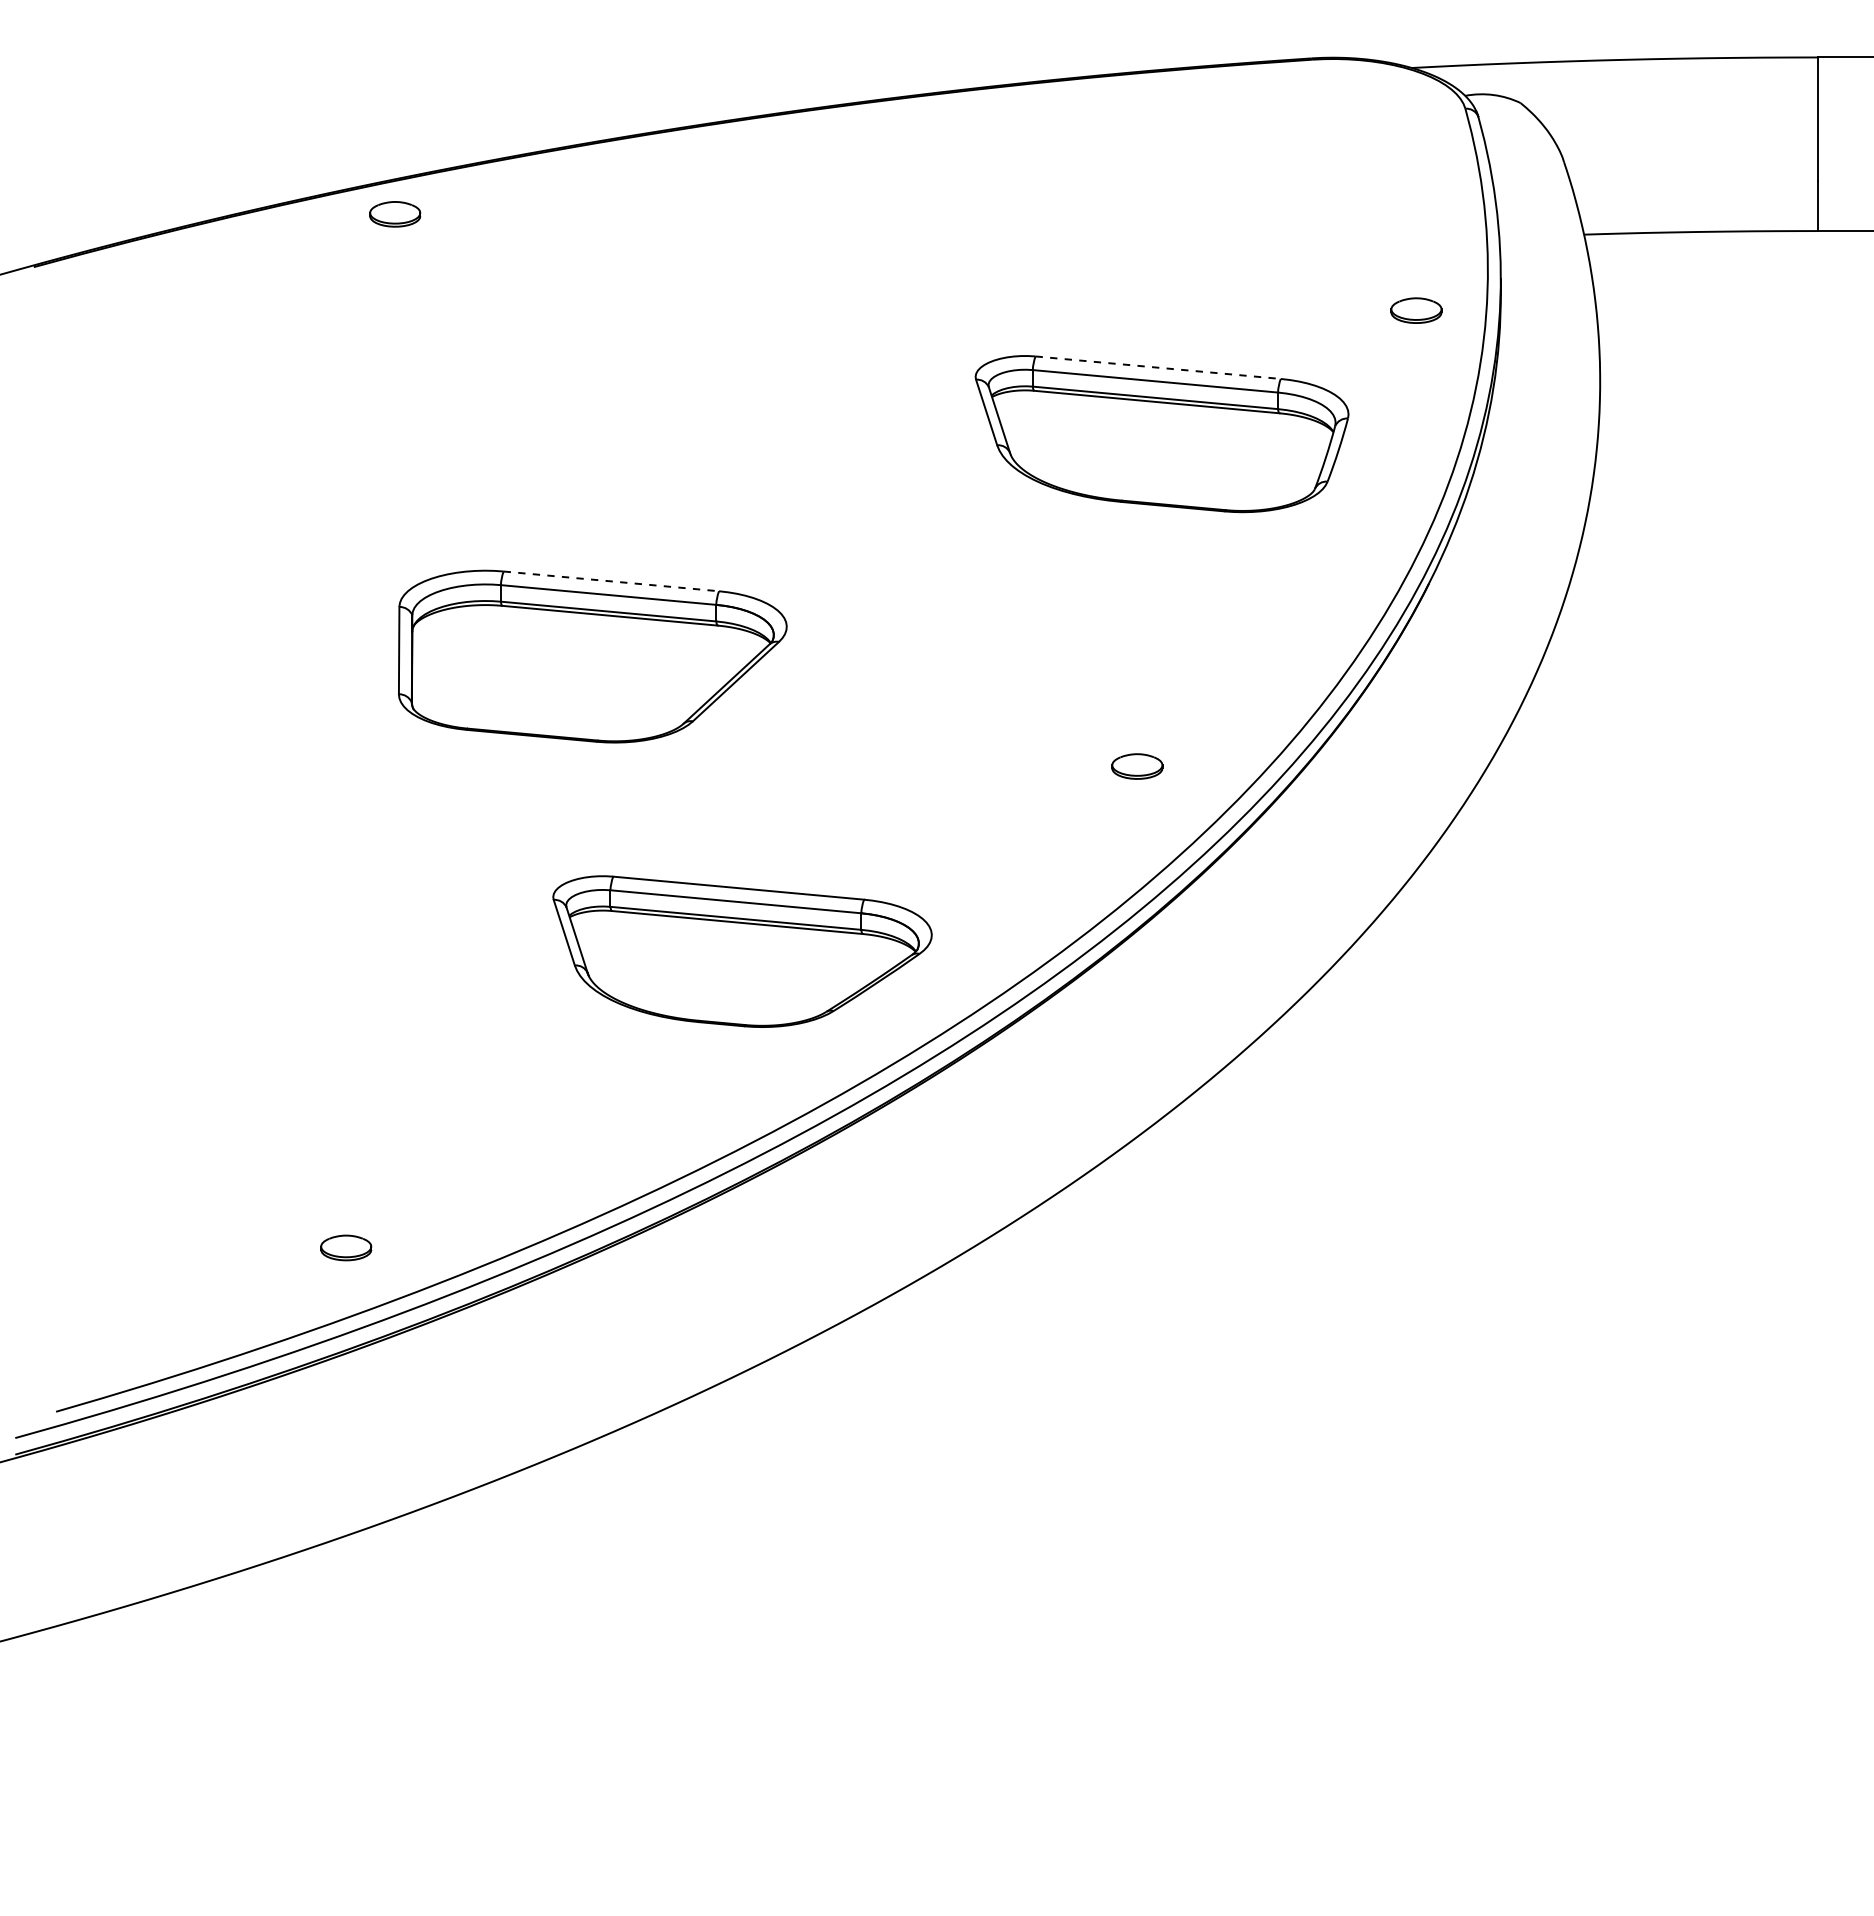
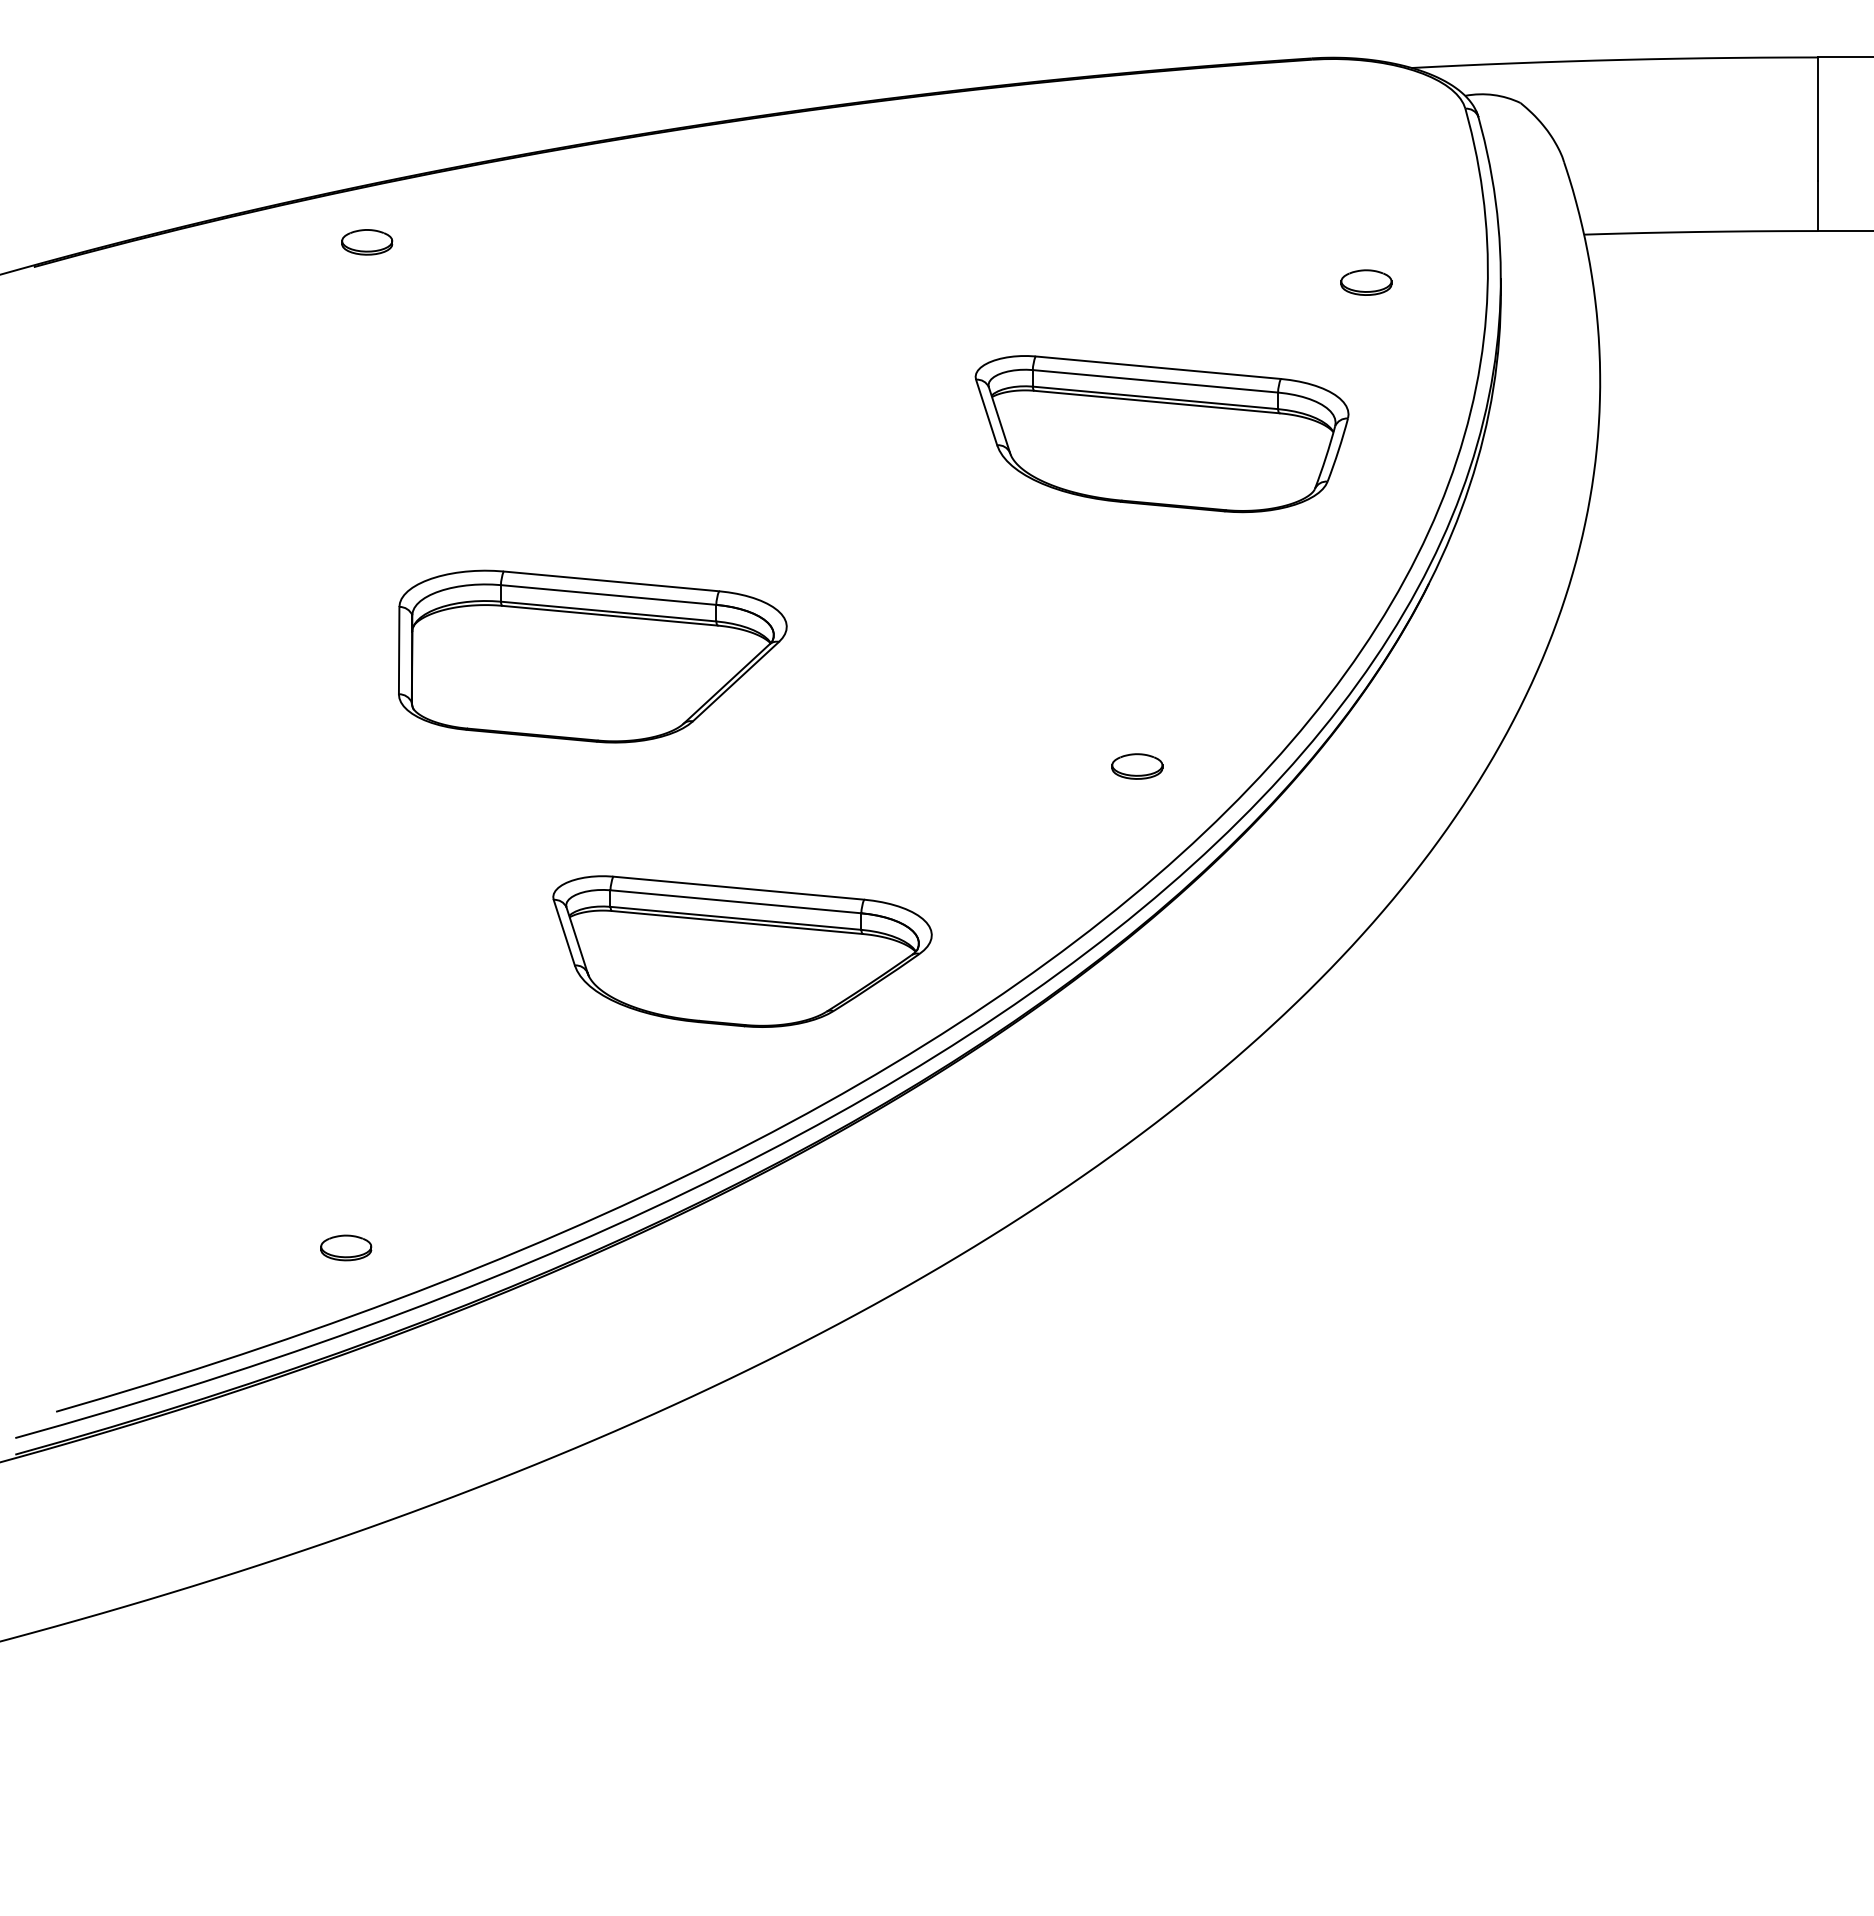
part at (395, 214) position: (395, 214) -> (367, 242)
part at (1416, 310) position: (1416, 310) -> (1366, 282)
line at (1158, 367): dashed -> solid
line at (611, 581): dashed -> solid
